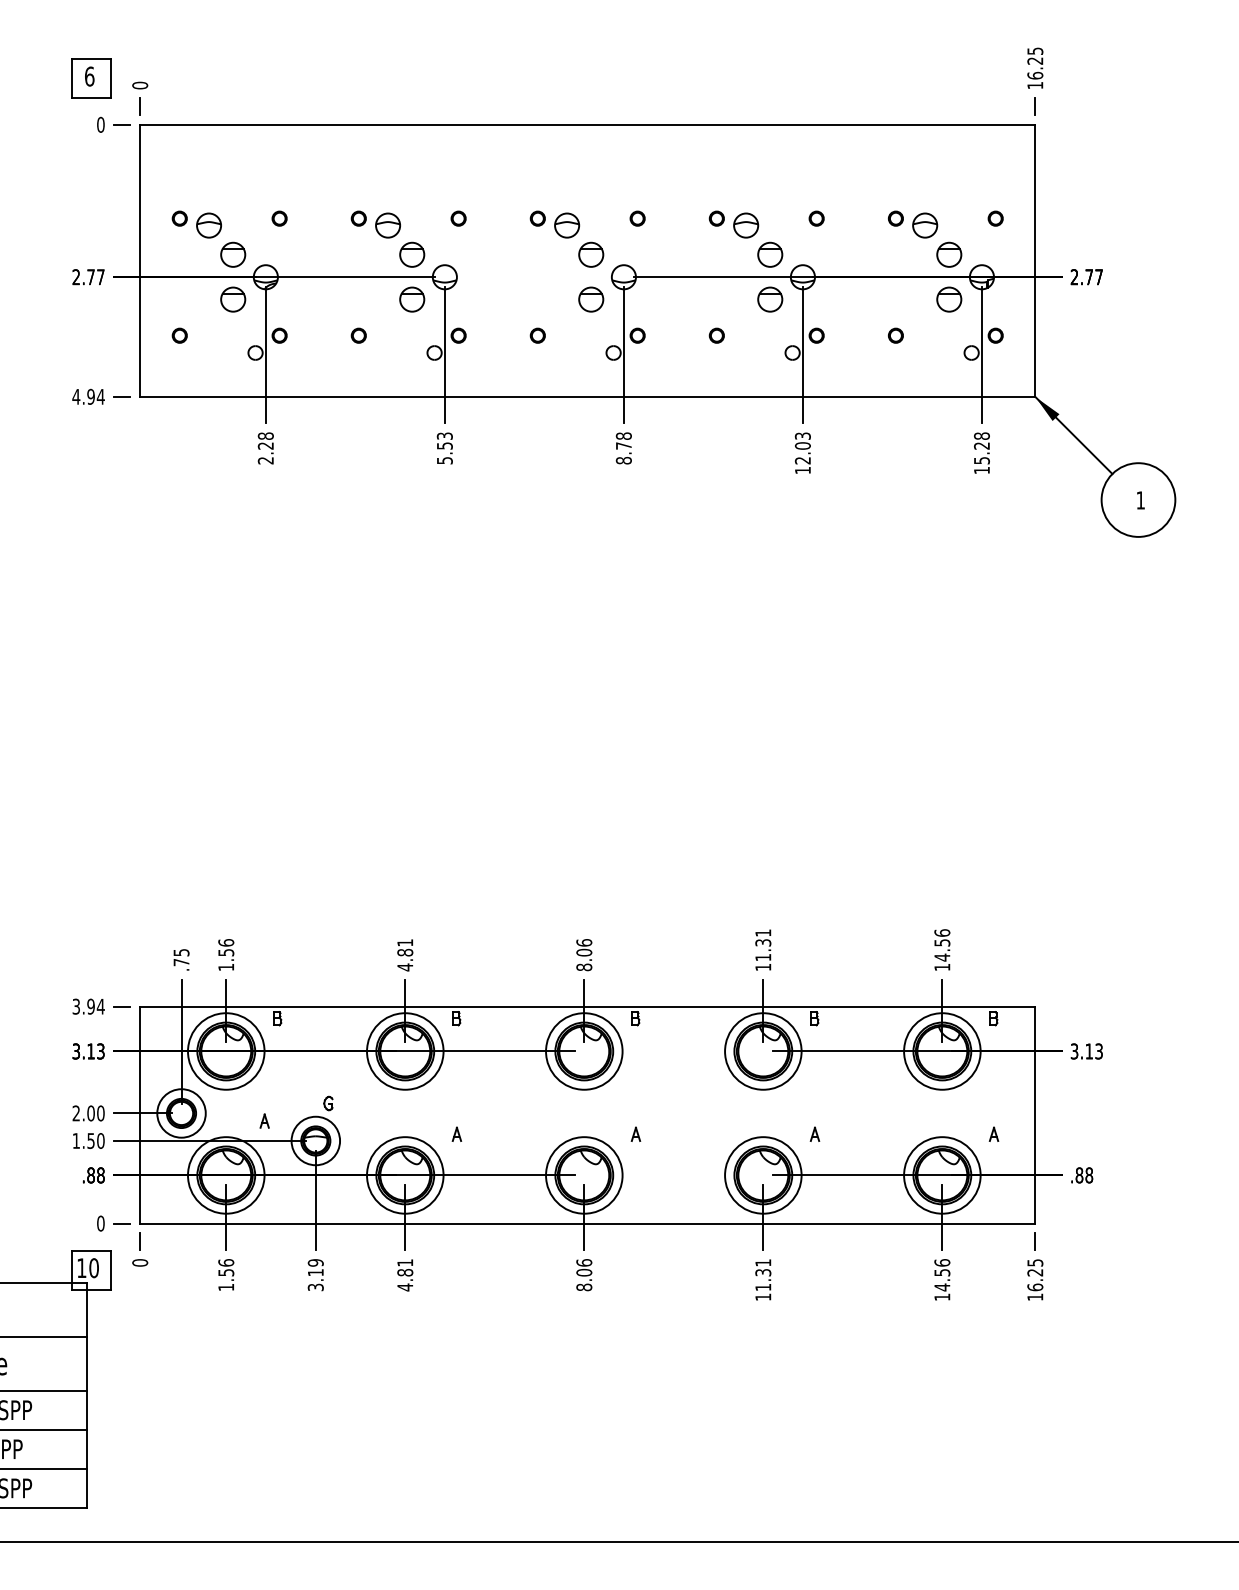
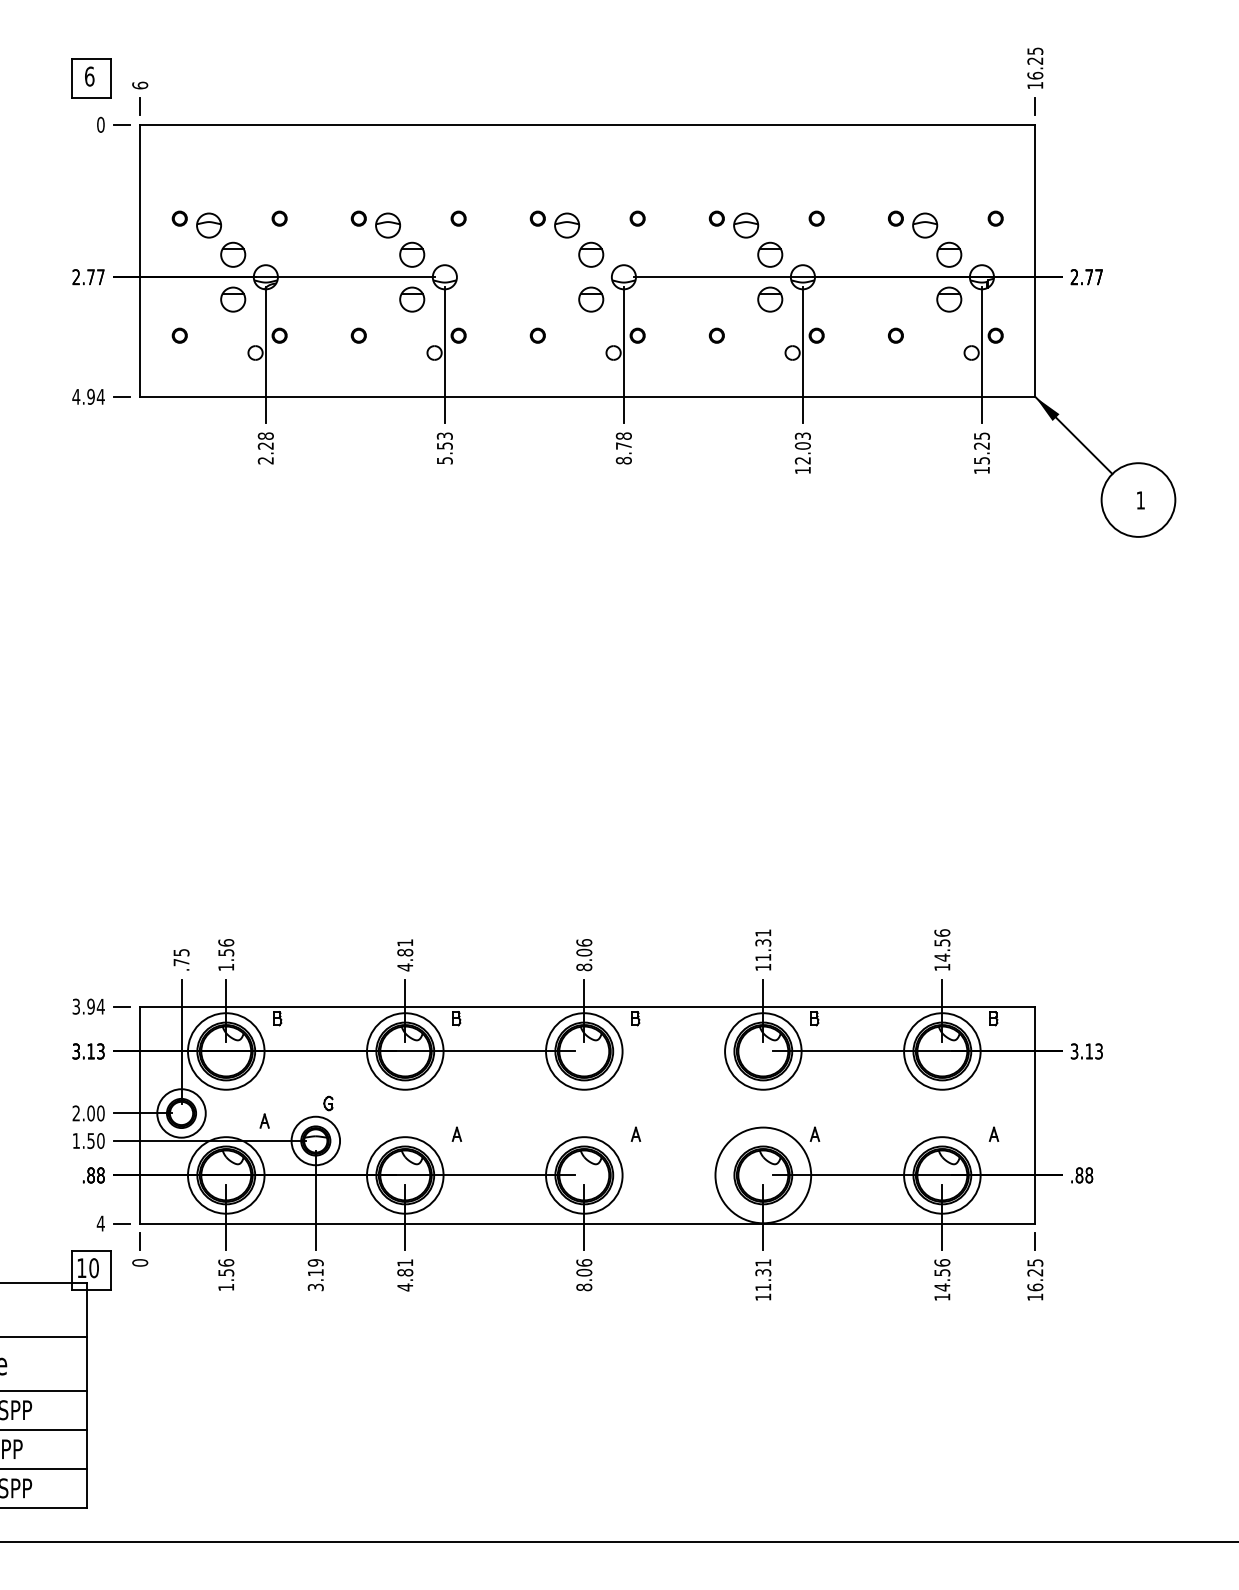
text at (139, 85): 0 -> 6
text at (981, 435): 15.28 -> 15.25
circle at (763, 1175) diameter: 77 px -> 96 px
text at (100, 1223): 0 -> 4
